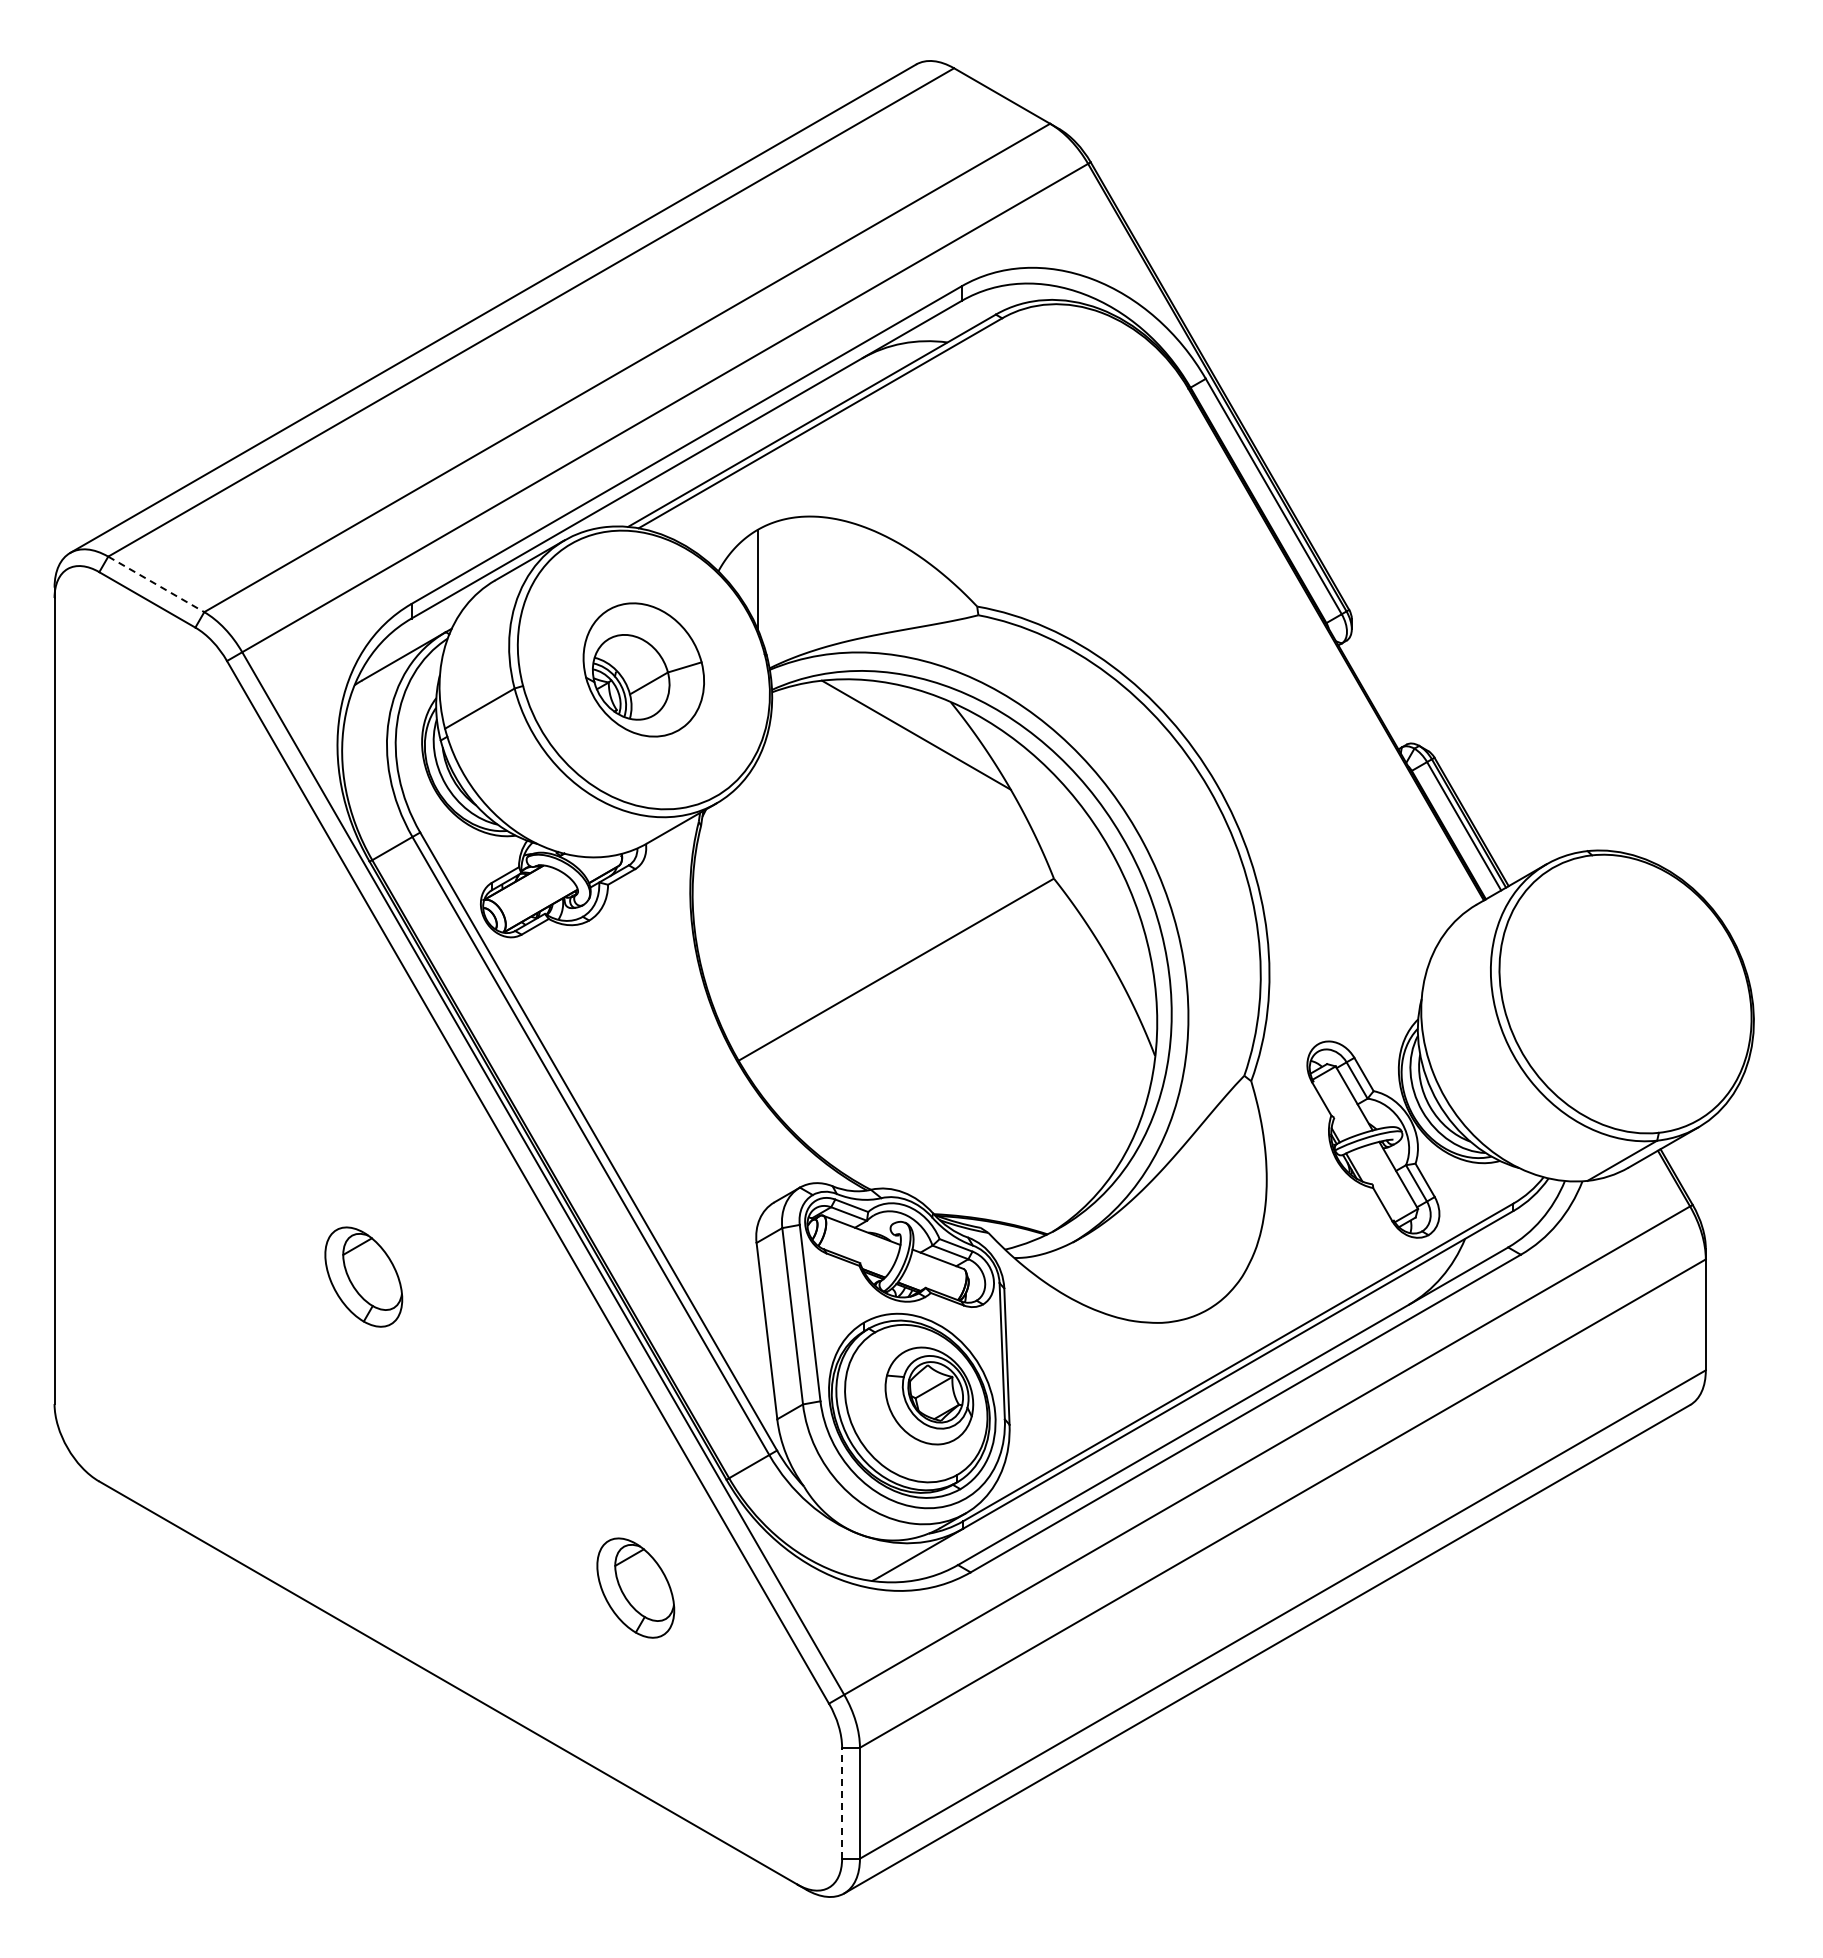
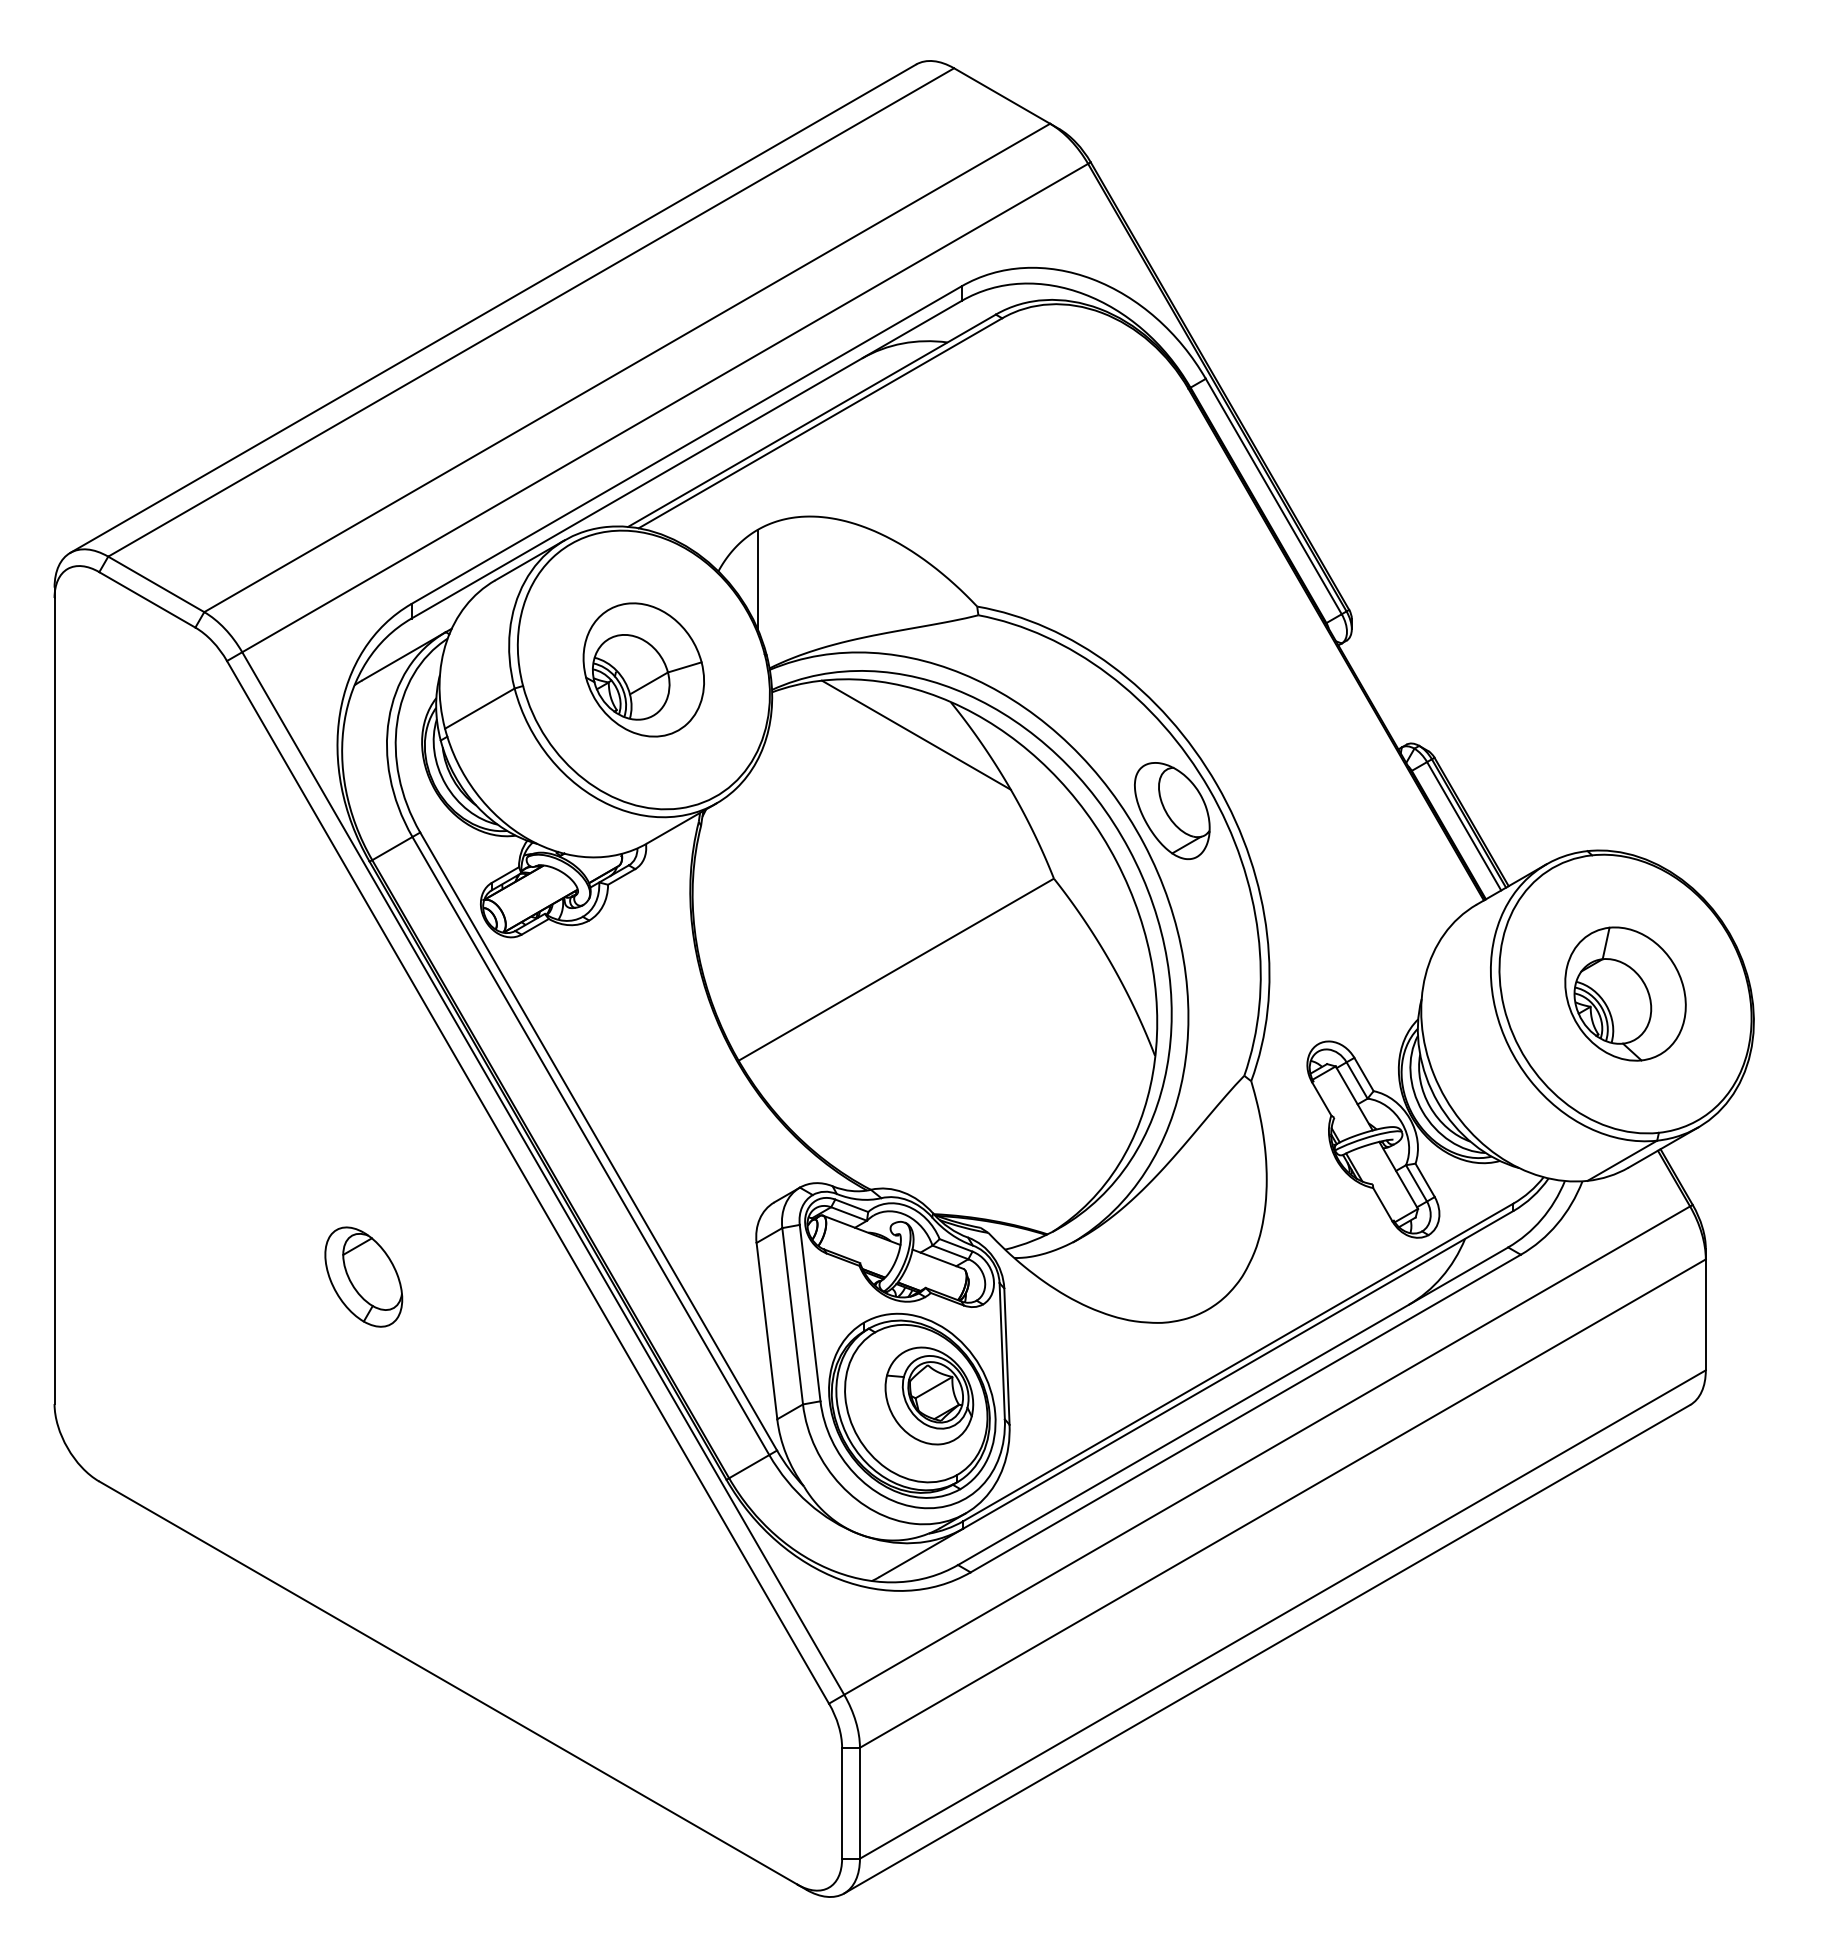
line at (156, 584): dashed -> solid
part at (1172, 811): none -> present
part at (1625, 993): none -> present
part at (635, 1587): present -> none
line at (842, 1802): dashed -> solid
